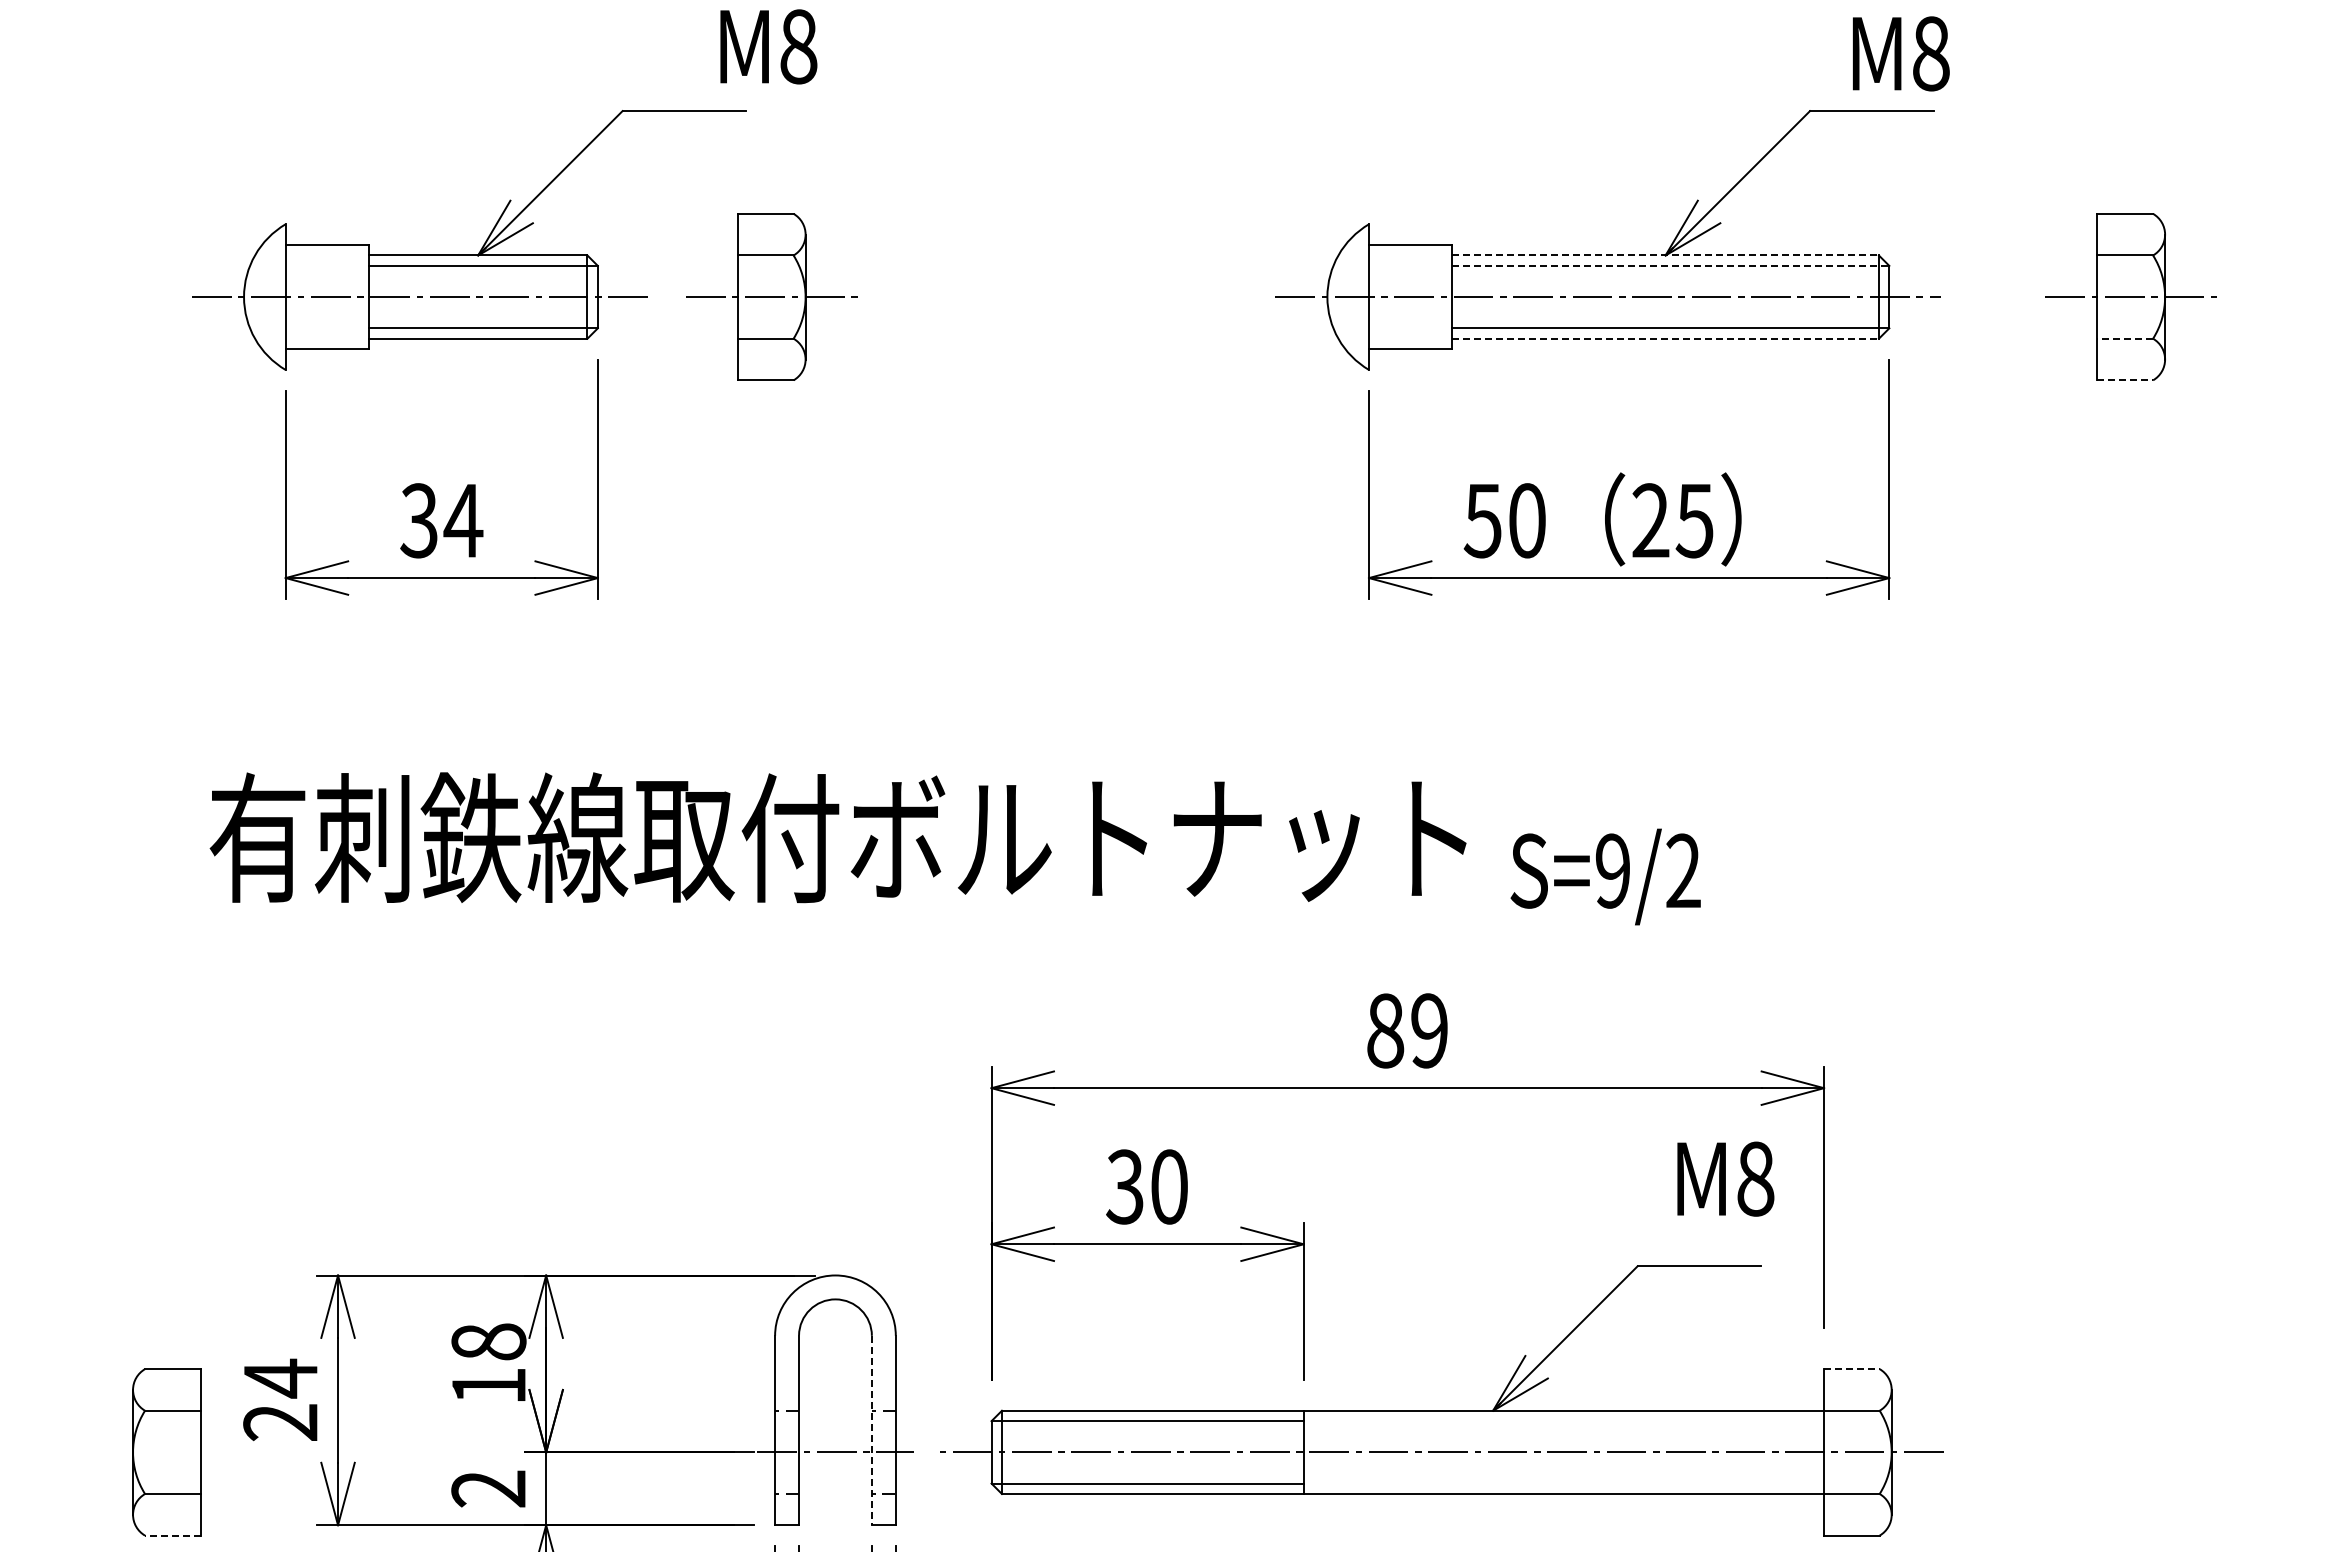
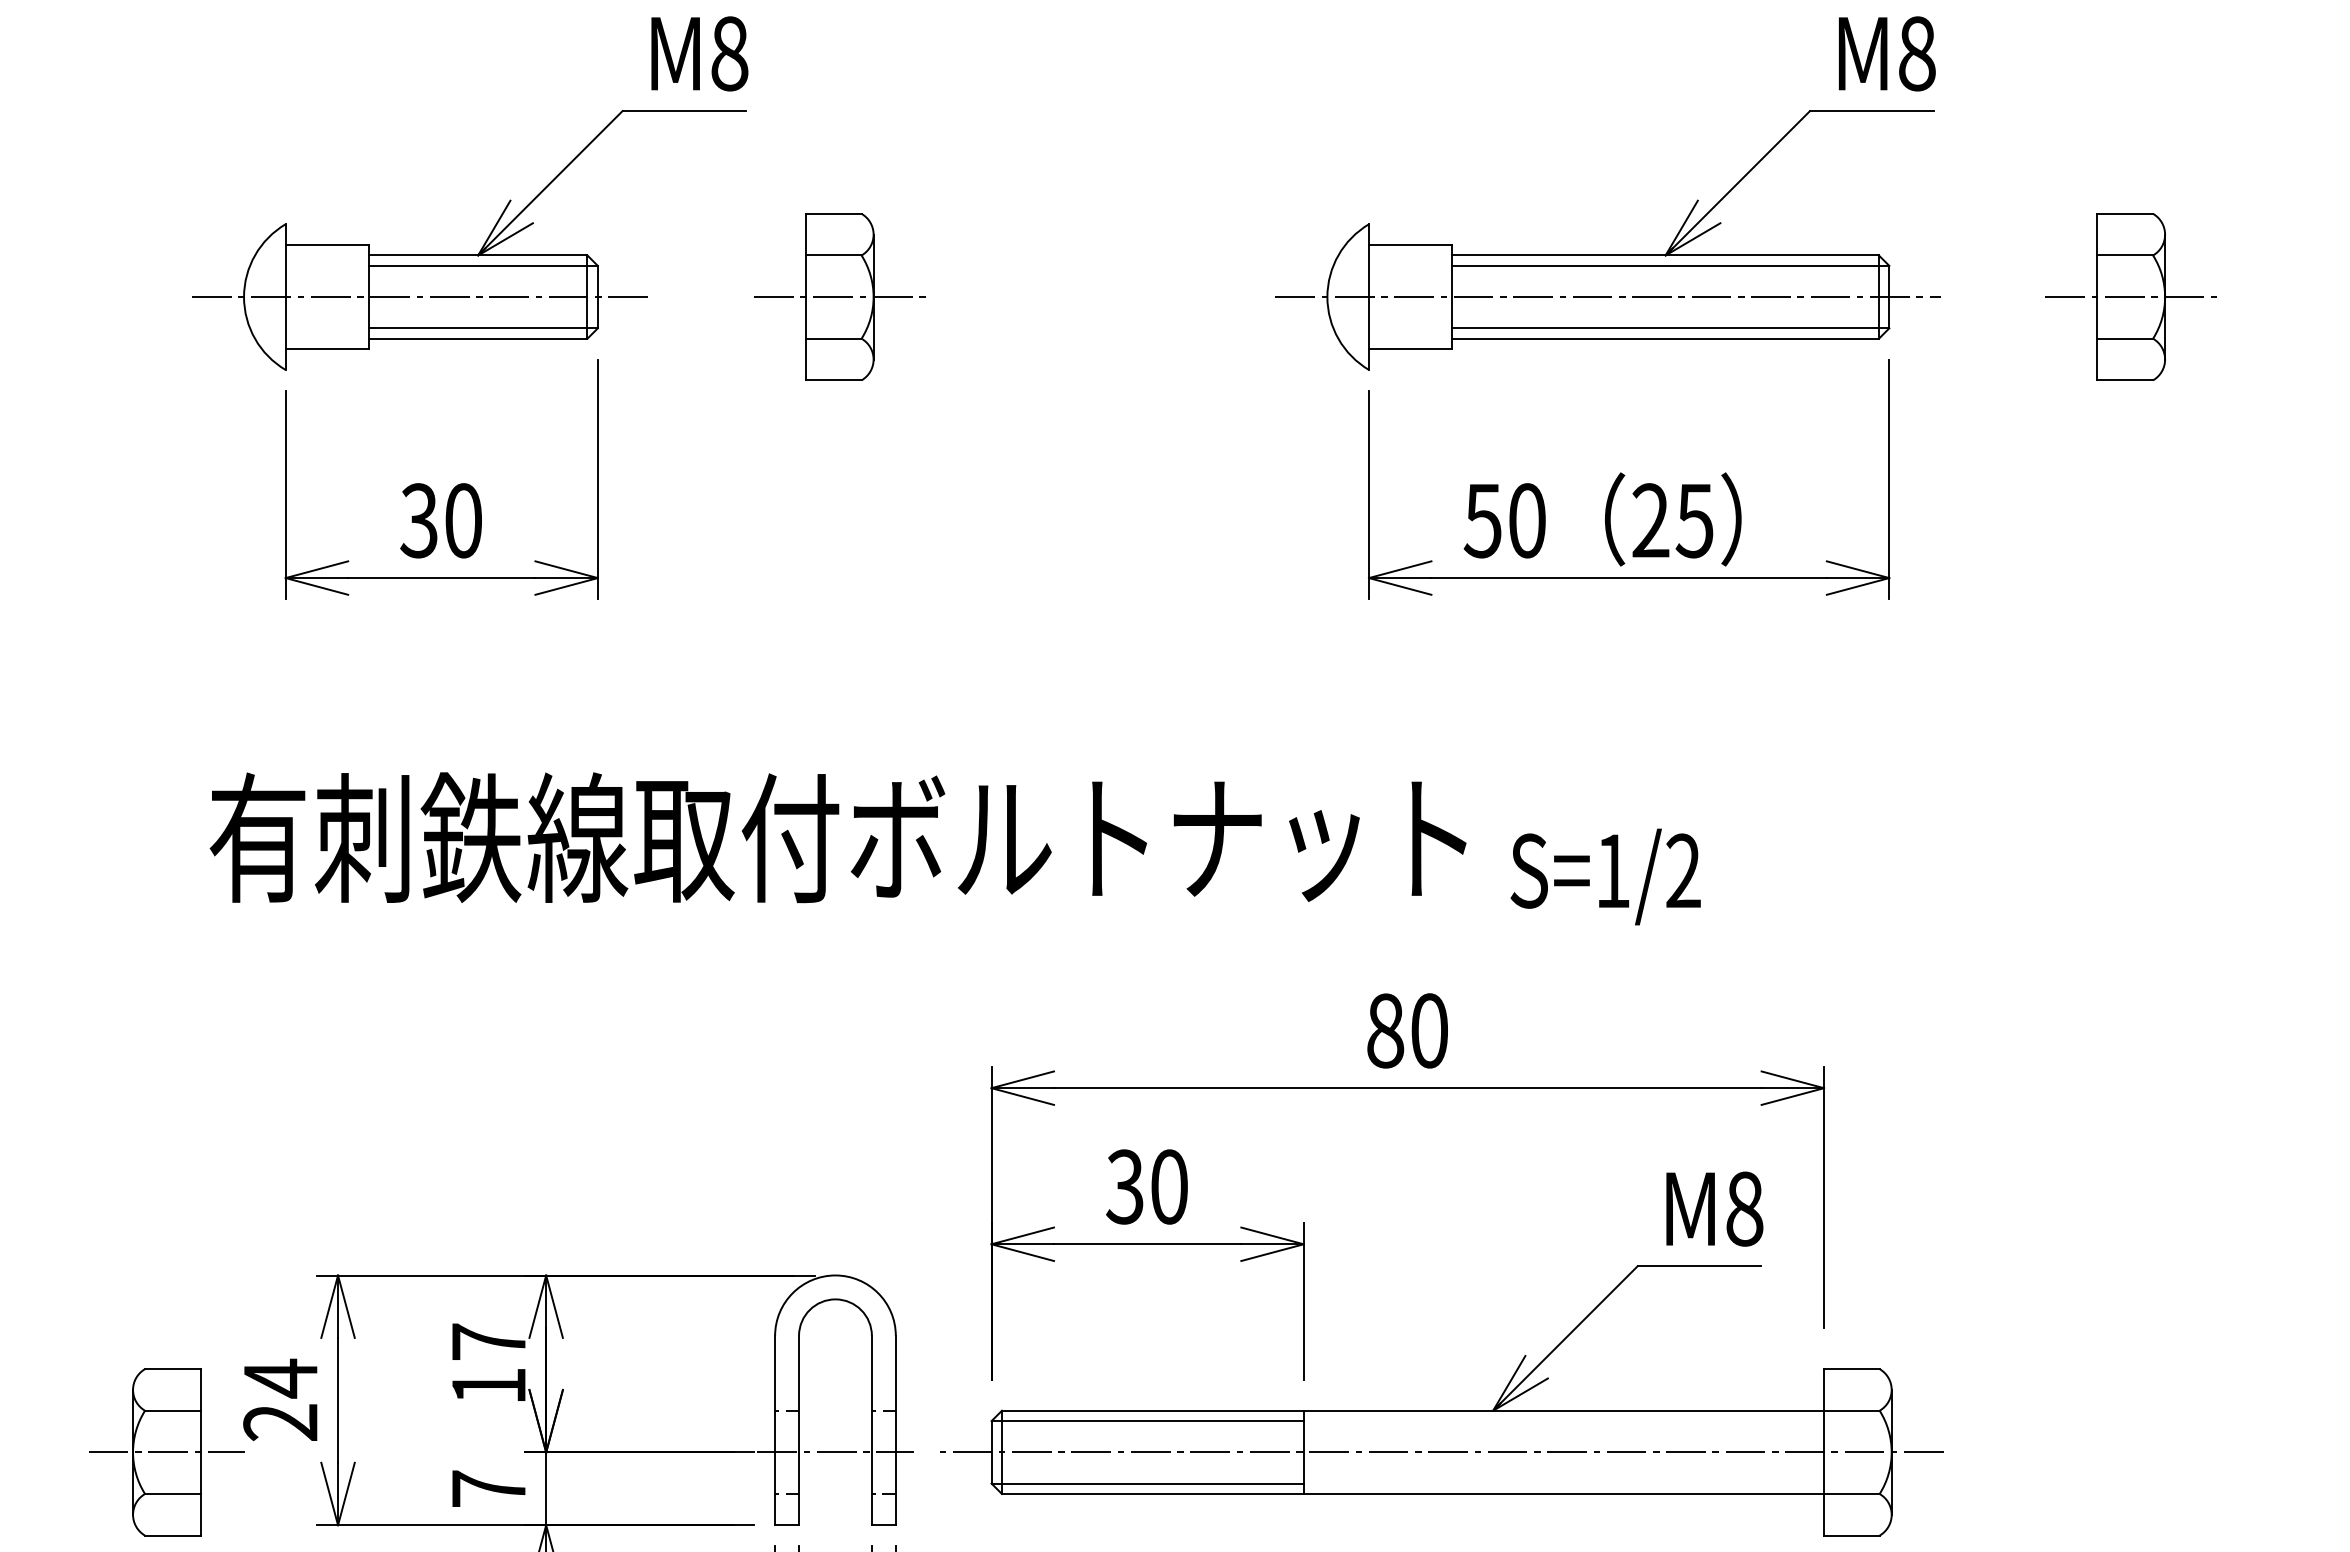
text at (768, 46) position: (768, 46) -> (699, 53)
text at (1901, 53) position: (1901, 53) -> (1887, 53)
line at (1666, 255): dashed -> solid
line at (1670, 265): dashed -> solid
part at (771, 296) position: (771, 296) -> (839, 296)
line at (1666, 338): dashed -> solid
line at (2125, 338): dashed -> solid
line at (2125, 380): dashed -> solid
text at (463, 520): 34 -> 30
text at (1612, 870): S=9/2 -> S=1/2
text at (1429, 1030): 89 -> 80
text at (1725, 1178) position: (1725, 1178) -> (1714, 1208)
text at (488, 1341): 18 -> 17
line at (1851, 1369): dashed -> solid
line at (871, 1430): dashed -> solid
line at (166, 1452): none -> present
text at (488, 1488): 2 -> 7
line at (172, 1535): dashed -> solid
